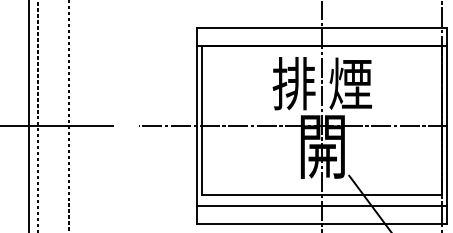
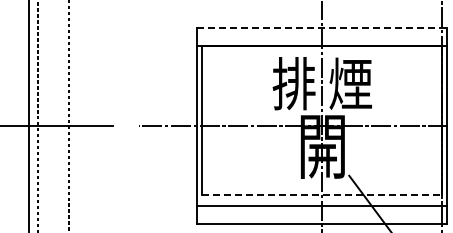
line at (322, 28): solid -> dashed
line at (321, 195): solid -> dashed
